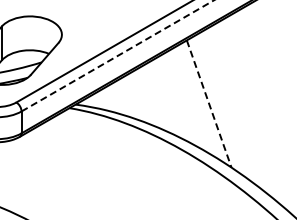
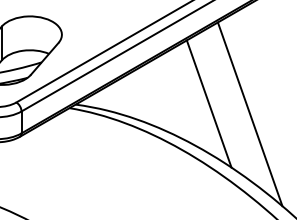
line at (118, 55): dashed -> solid
line at (209, 104): dashed -> solid
line at (249, 114): none -> present
